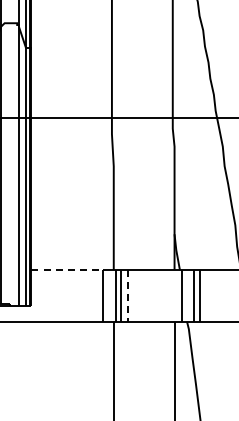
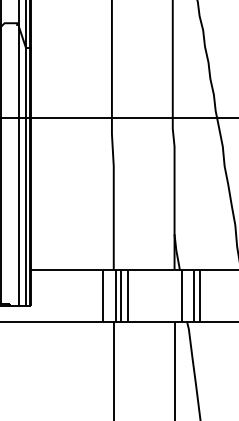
line at (67, 270): dashed -> solid
line at (128, 295): dashed -> solid
